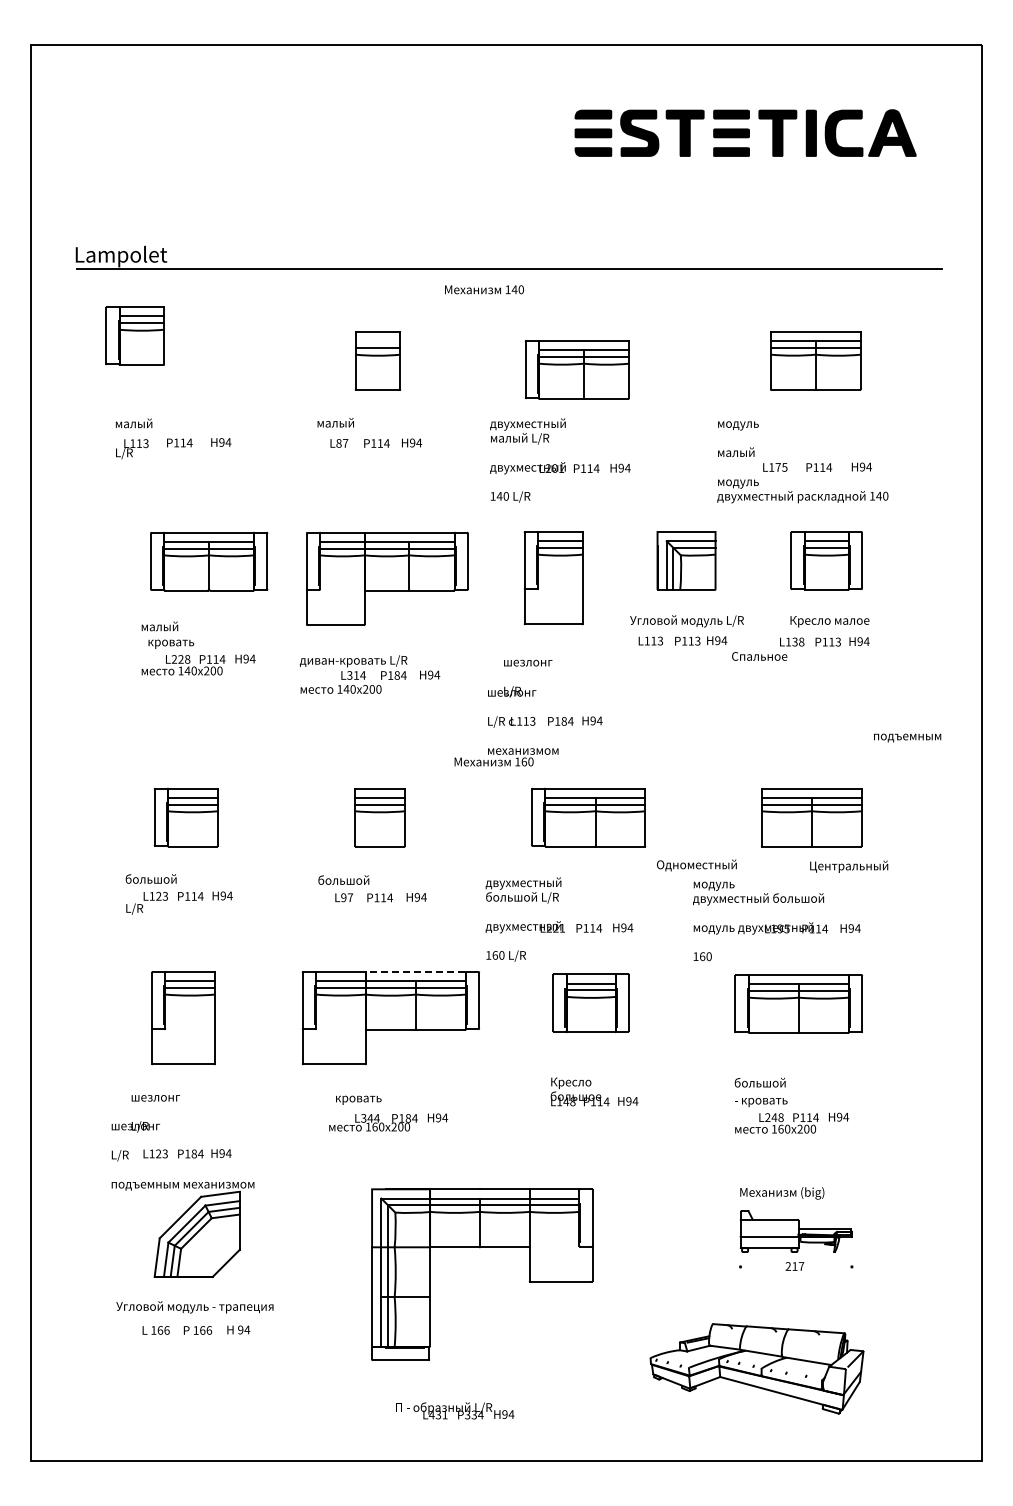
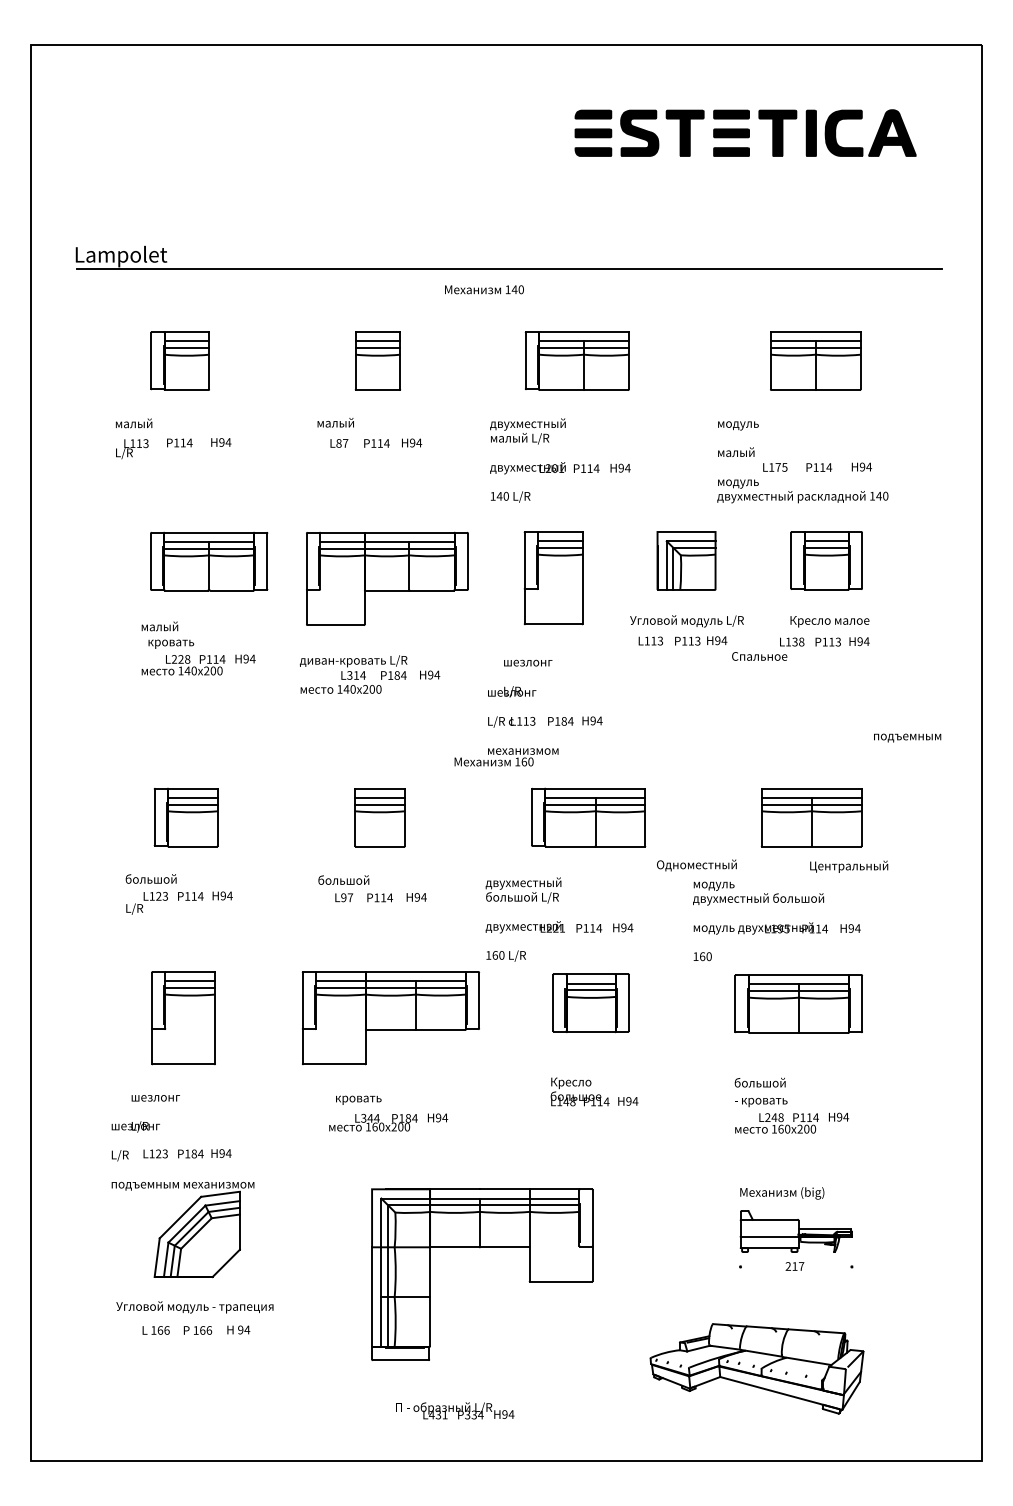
part at (134, 335) position: (134, 335) -> (179, 360)
line at (377, 341): none -> present
part at (576, 369) position: (576, 369) -> (576, 360)
line at (415, 972): dashed -> solid
